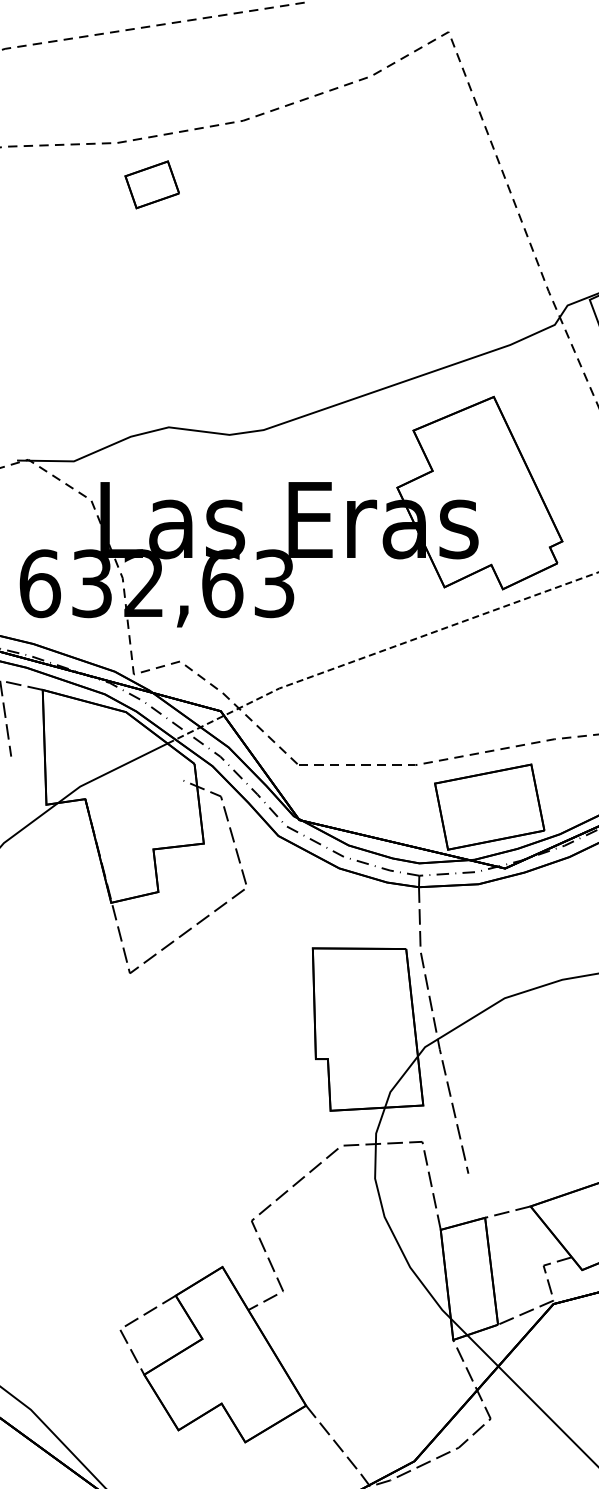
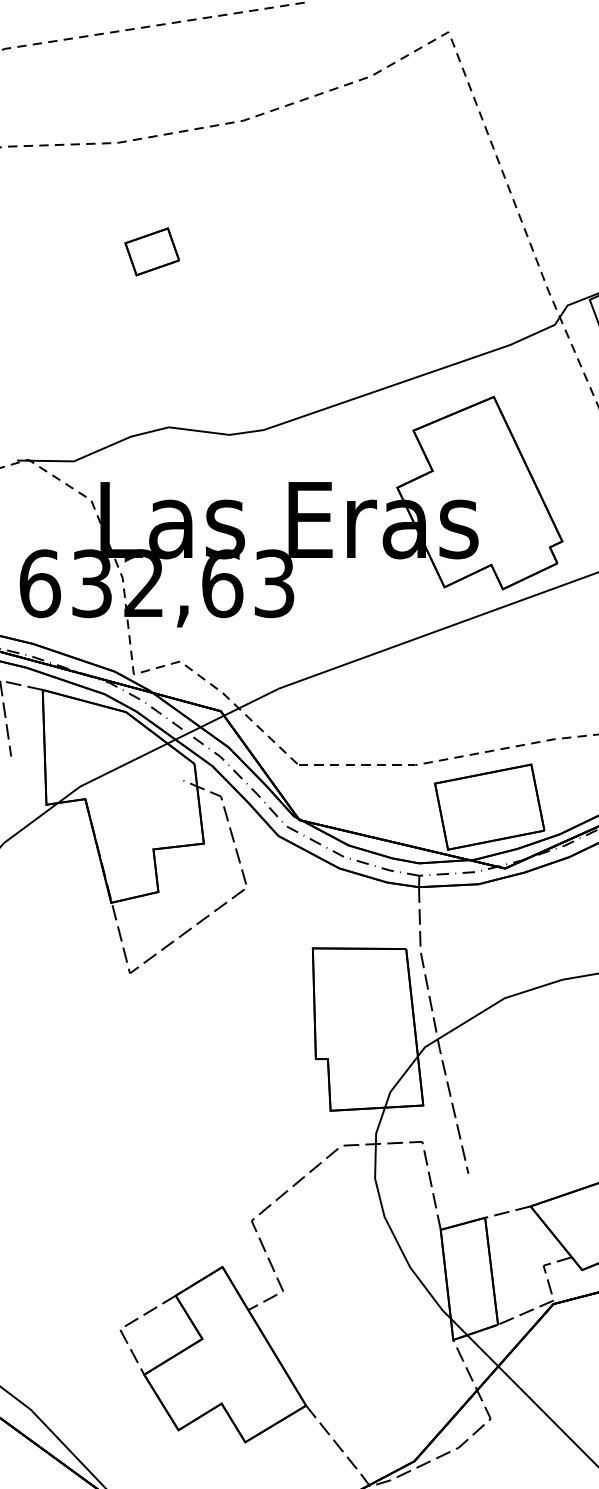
part at (151, 184) position: (151, 184) -> (151, 251)
line at (379, 652): dashed -> solid
